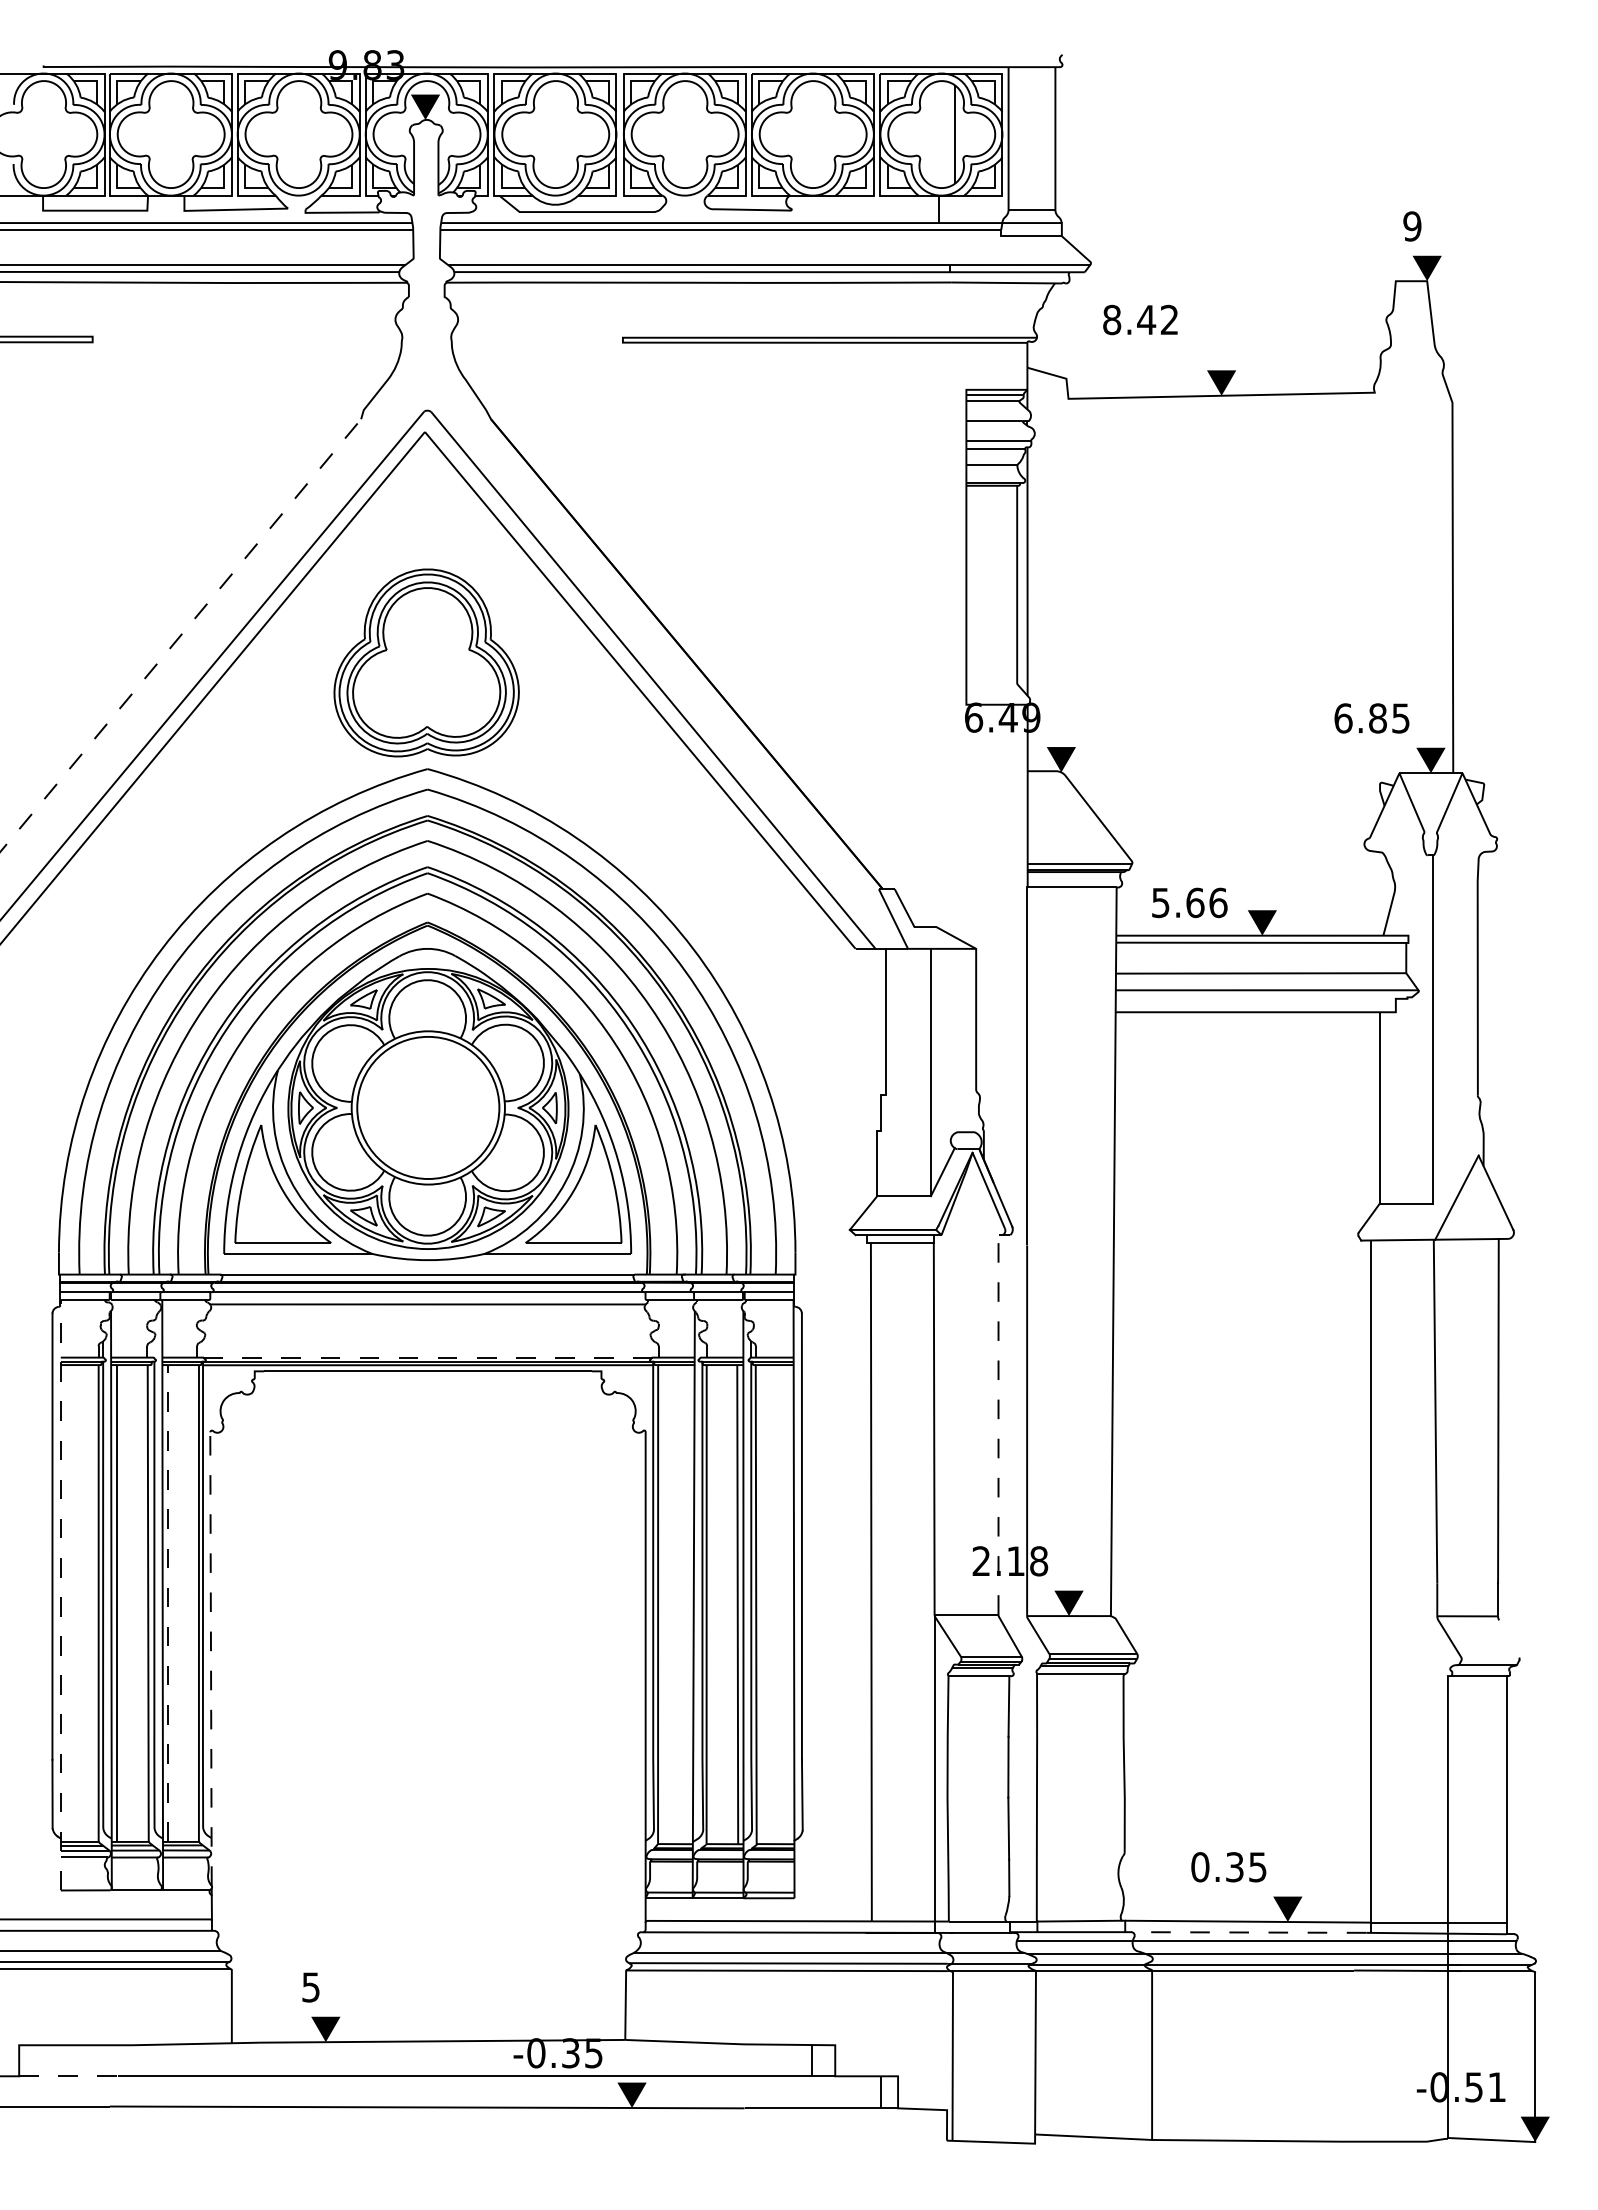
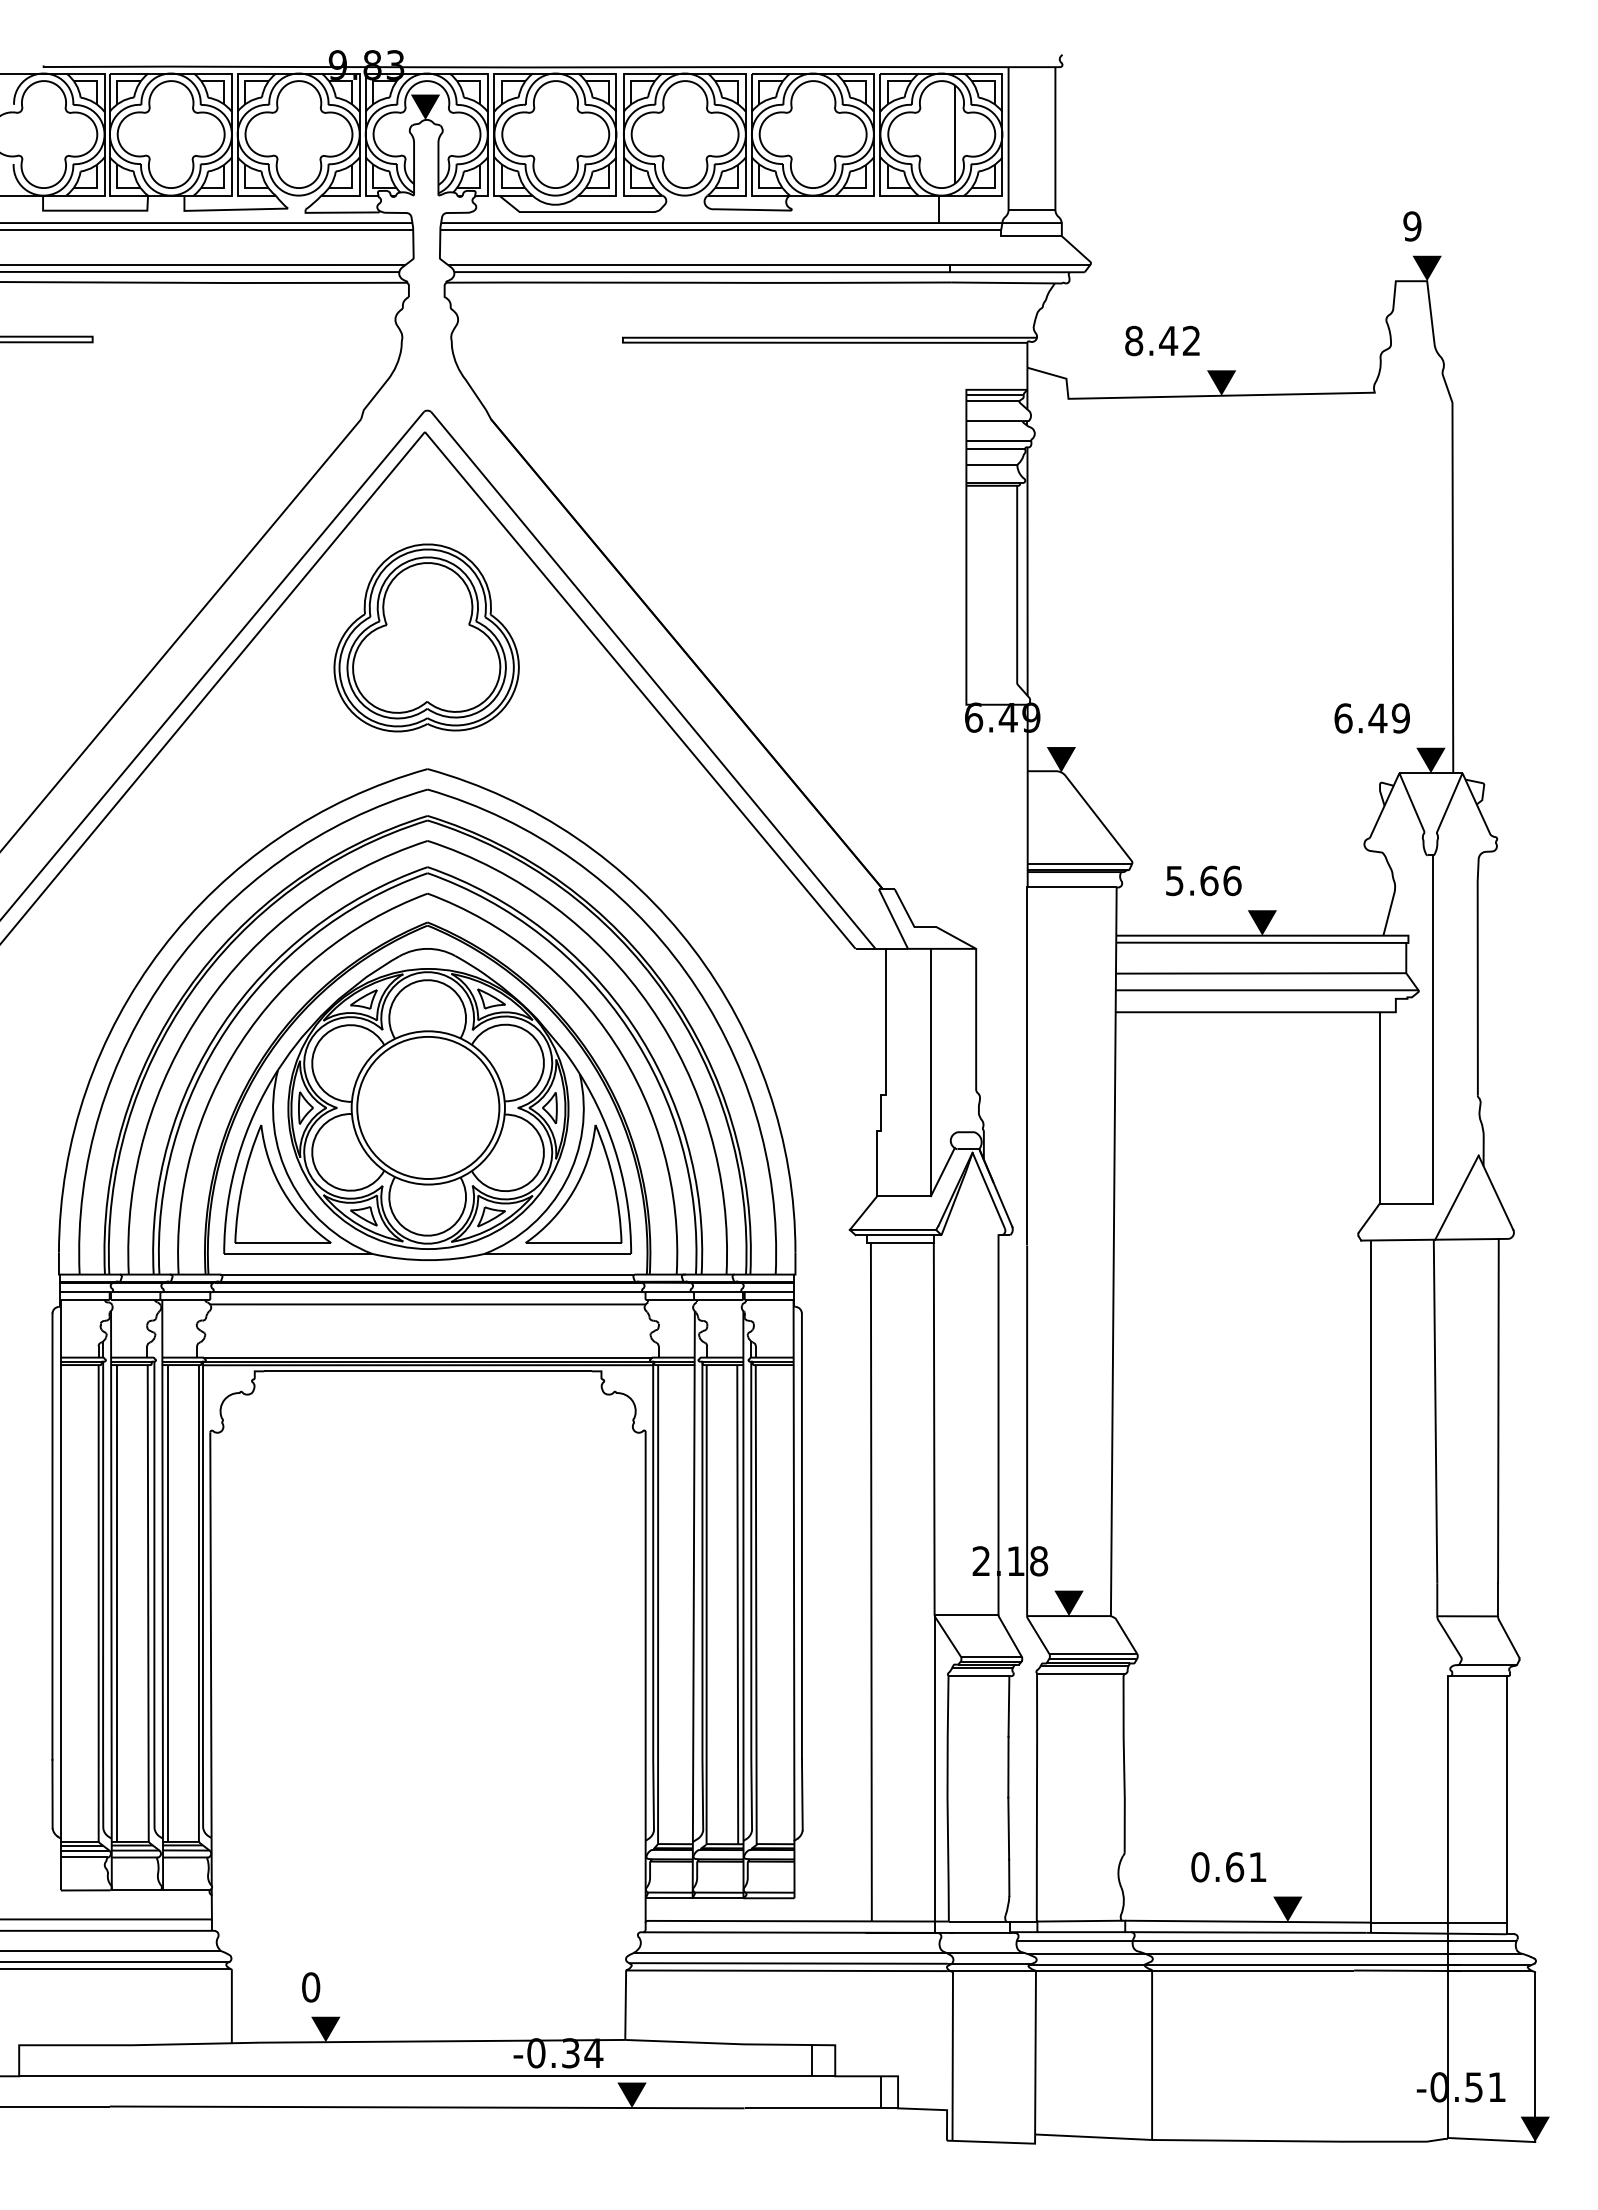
text at (1140, 319) position: (1140, 319) -> (1162, 340)
line at (180, 635): dashed -> solid
part at (426, 662) position: (426, 662) -> (426, 637)
text at (1388, 718): 6.85 -> 6.49
text at (1189, 902) position: (1189, 902) -> (1203, 880)
line at (427, 1357): dashed -> solid
line at (998, 1424): dashed -> solid
line at (60, 1594): dashed -> solid
line at (168, 1603): dashed -> solid
line at (1509, 1638): none -> present
line at (211, 1659): dashed -> solid
text at (1246, 1867): 0.35 -> 0.61
line at (1248, 1932): dashed -> solid
text at (311, 1987): 5 -> 0
text at (593, 2053): -0.35 -> -0.34
line at (69, 2076): dashed -> solid
